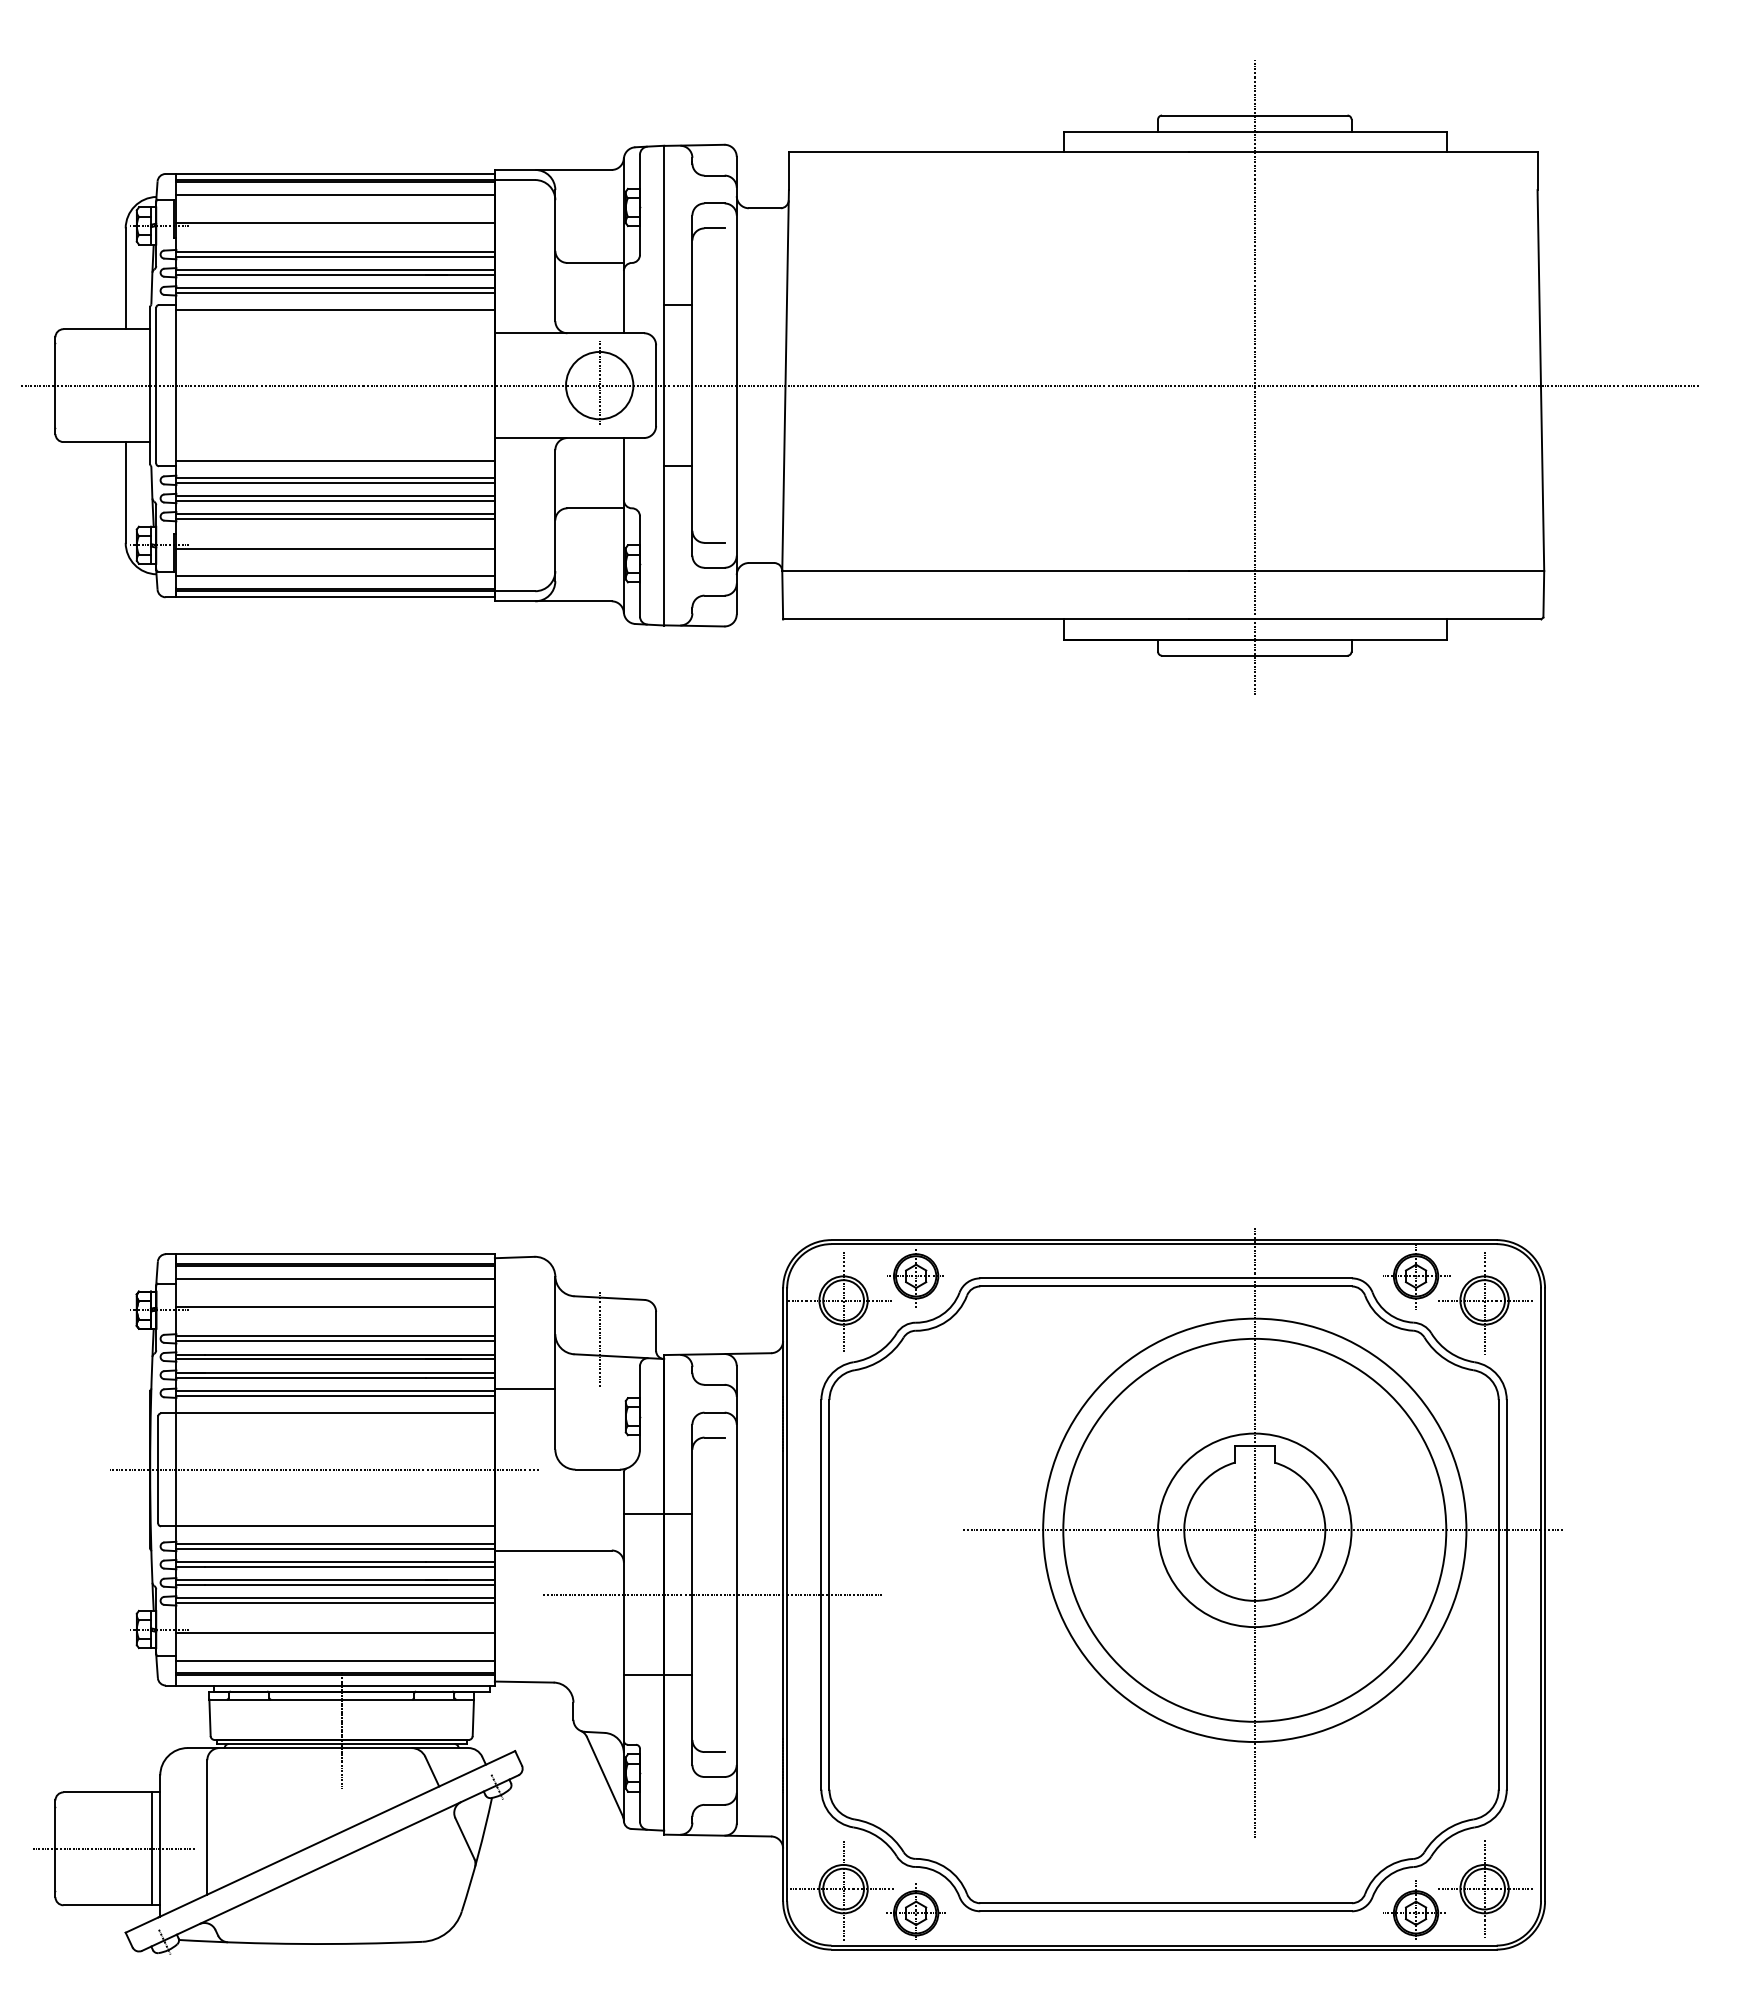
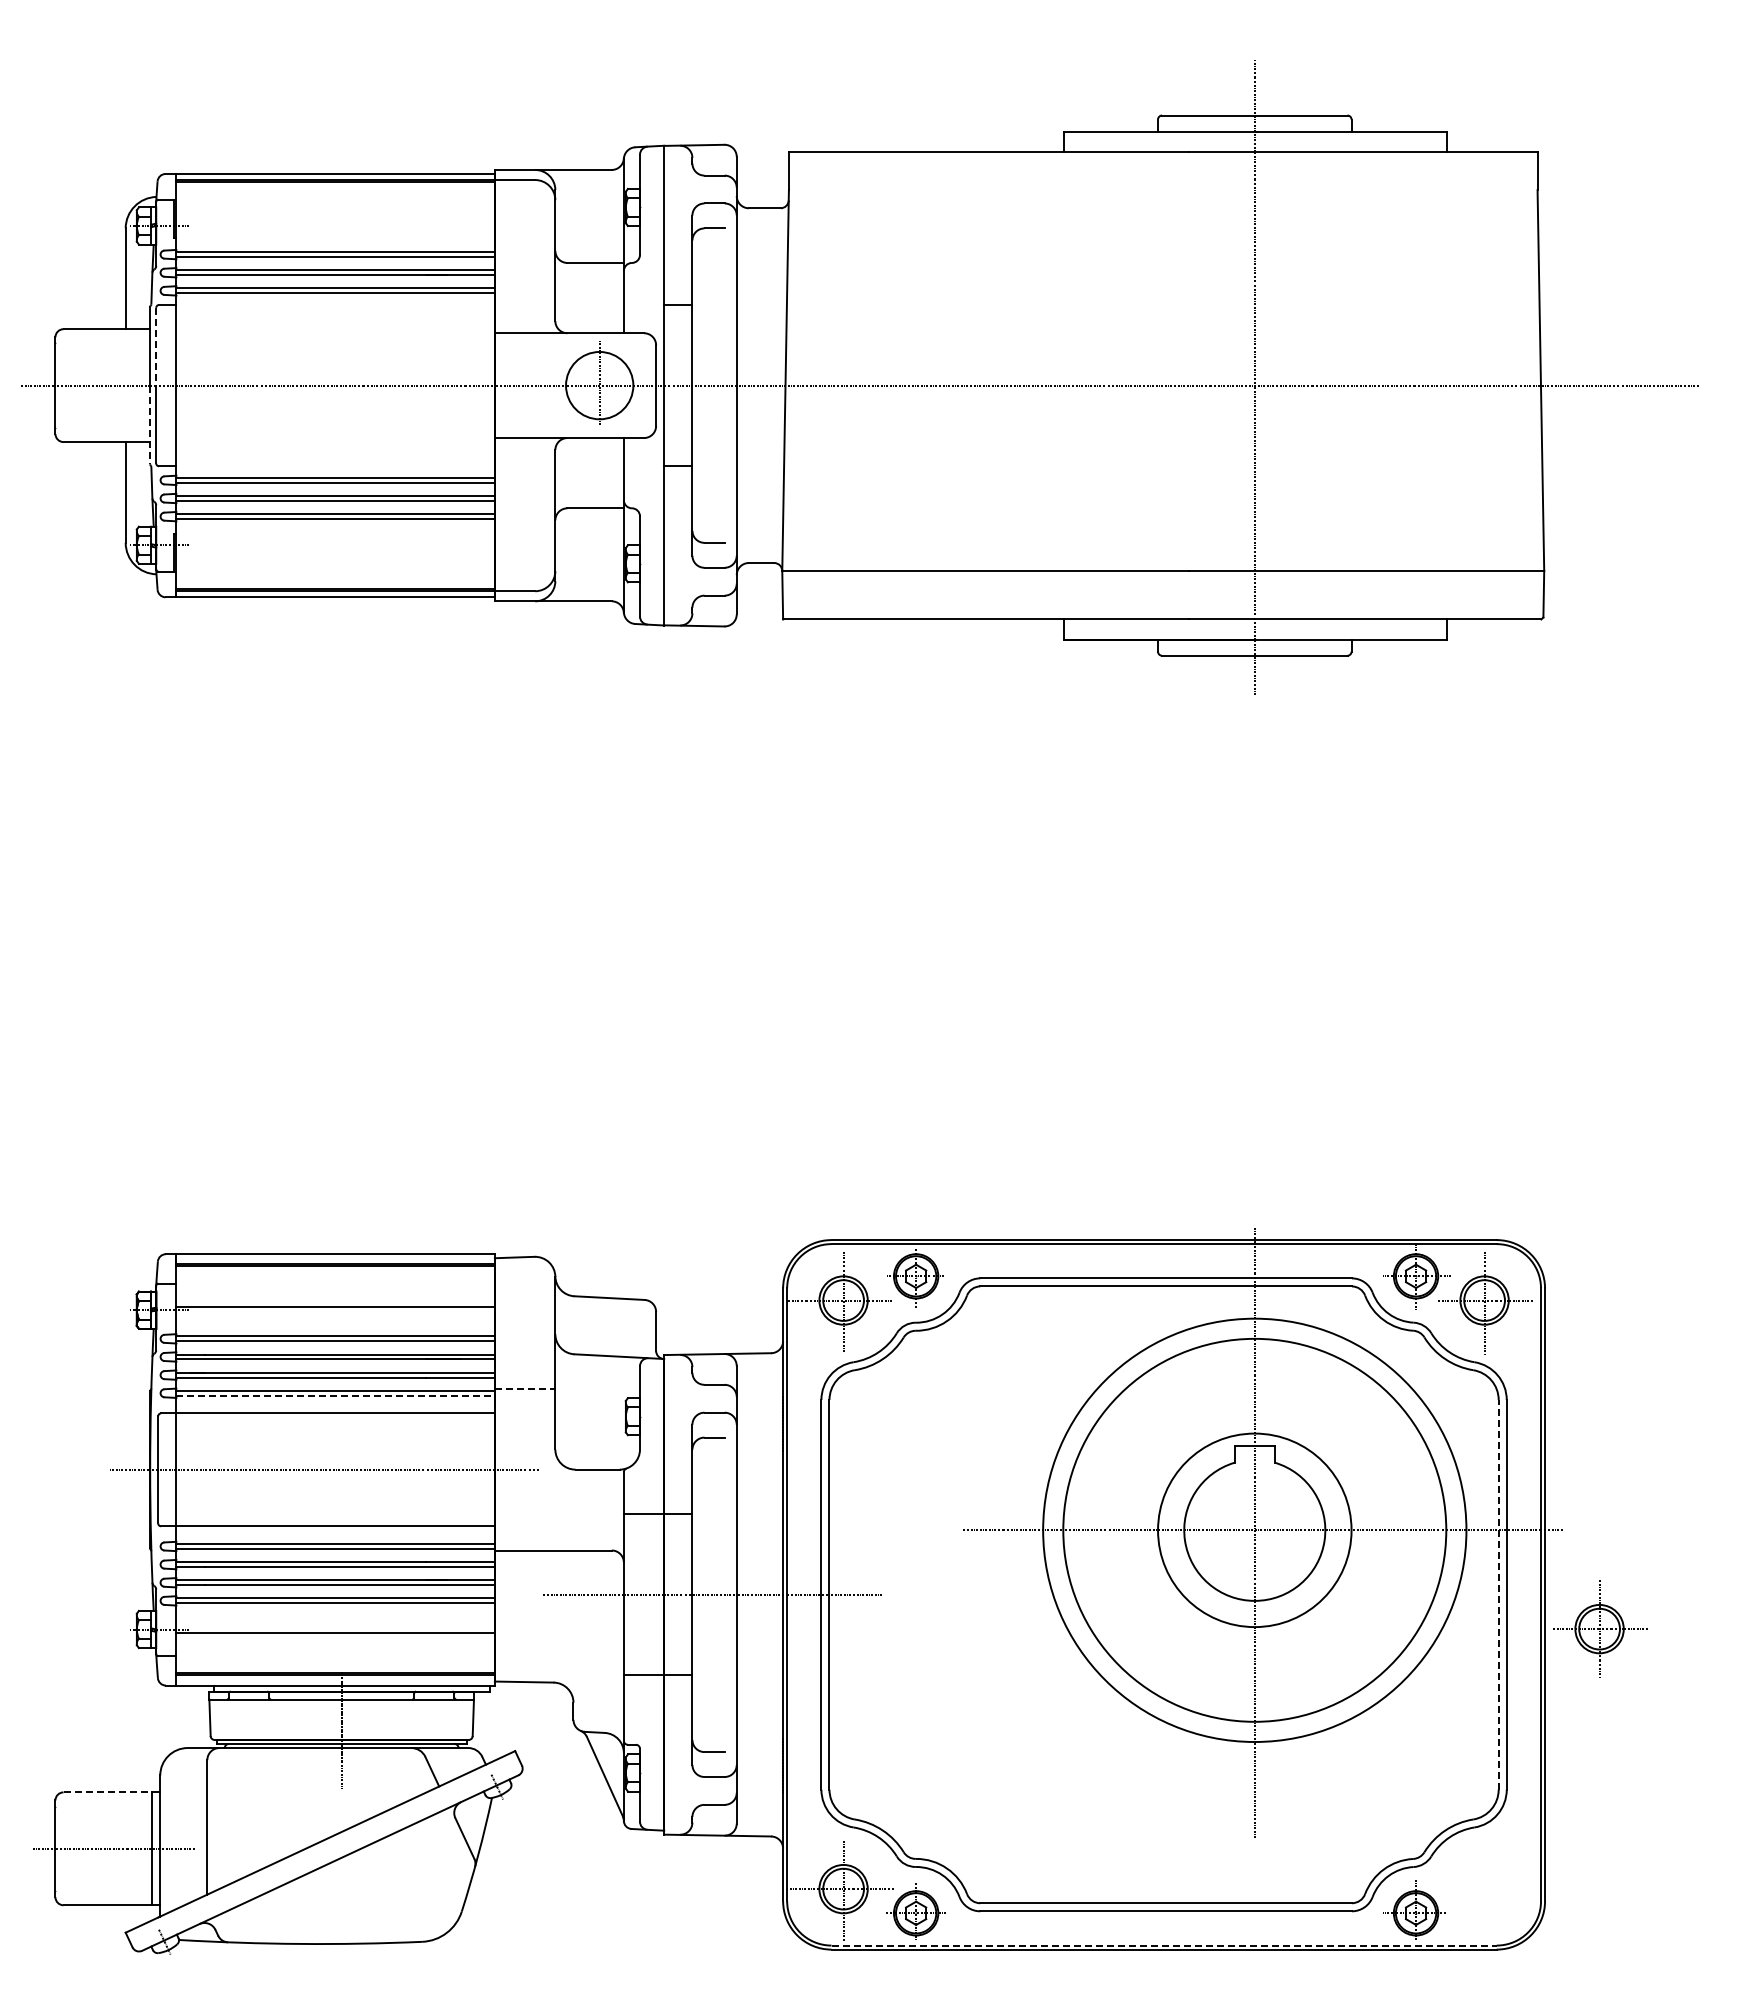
line at (335, 194): present -> none
line at (335, 222): present -> none
line at (335, 310): present -> none
line at (156, 346): solid -> dashed
line at (150, 425): solid -> dashed
line at (335, 461): present -> none
line at (335, 548): present -> none
line at (335, 576): present -> none
line at (335, 1279): present -> none
line at (599, 1338): present -> none
line at (525, 1389): solid -> dashed
line at (336, 1395): solid -> dashed
line at (1498, 1594): solid -> dashed
line at (335, 1660): present -> none
line at (108, 1792): solid -> dashed
part at (1485, 1888) position: (1485, 1888) -> (1600, 1628)
line at (1164, 1945): solid -> dashed
